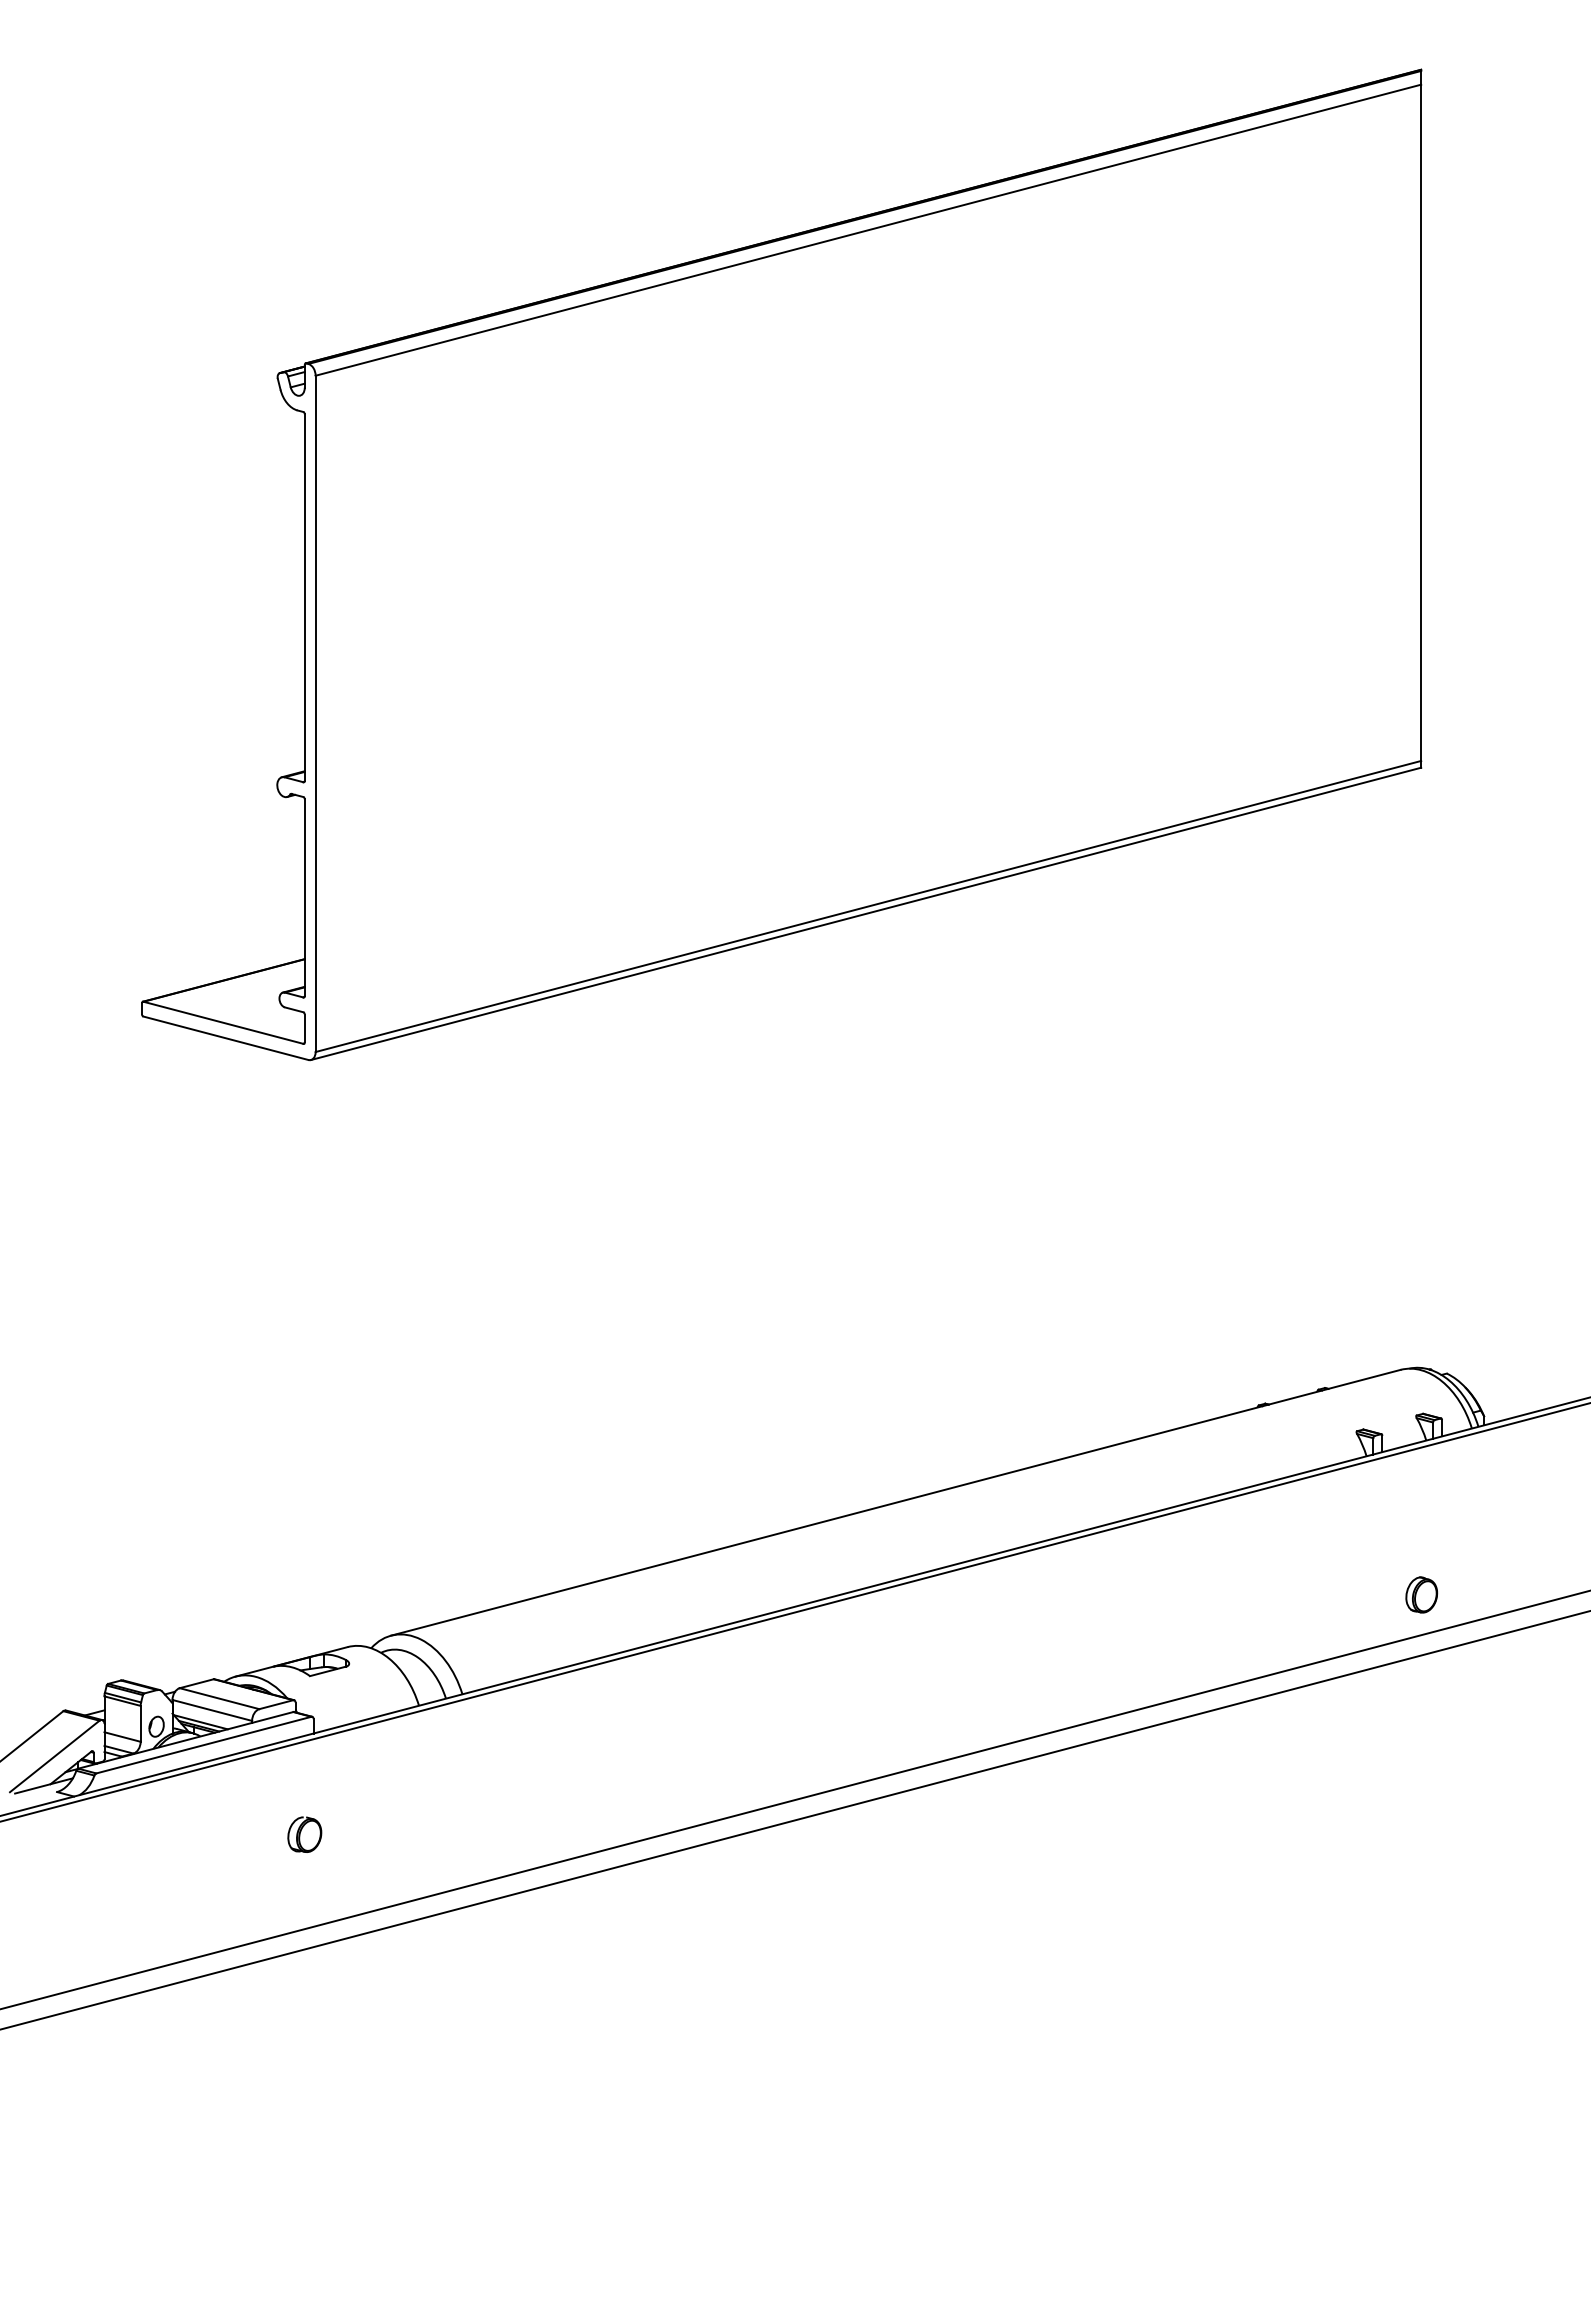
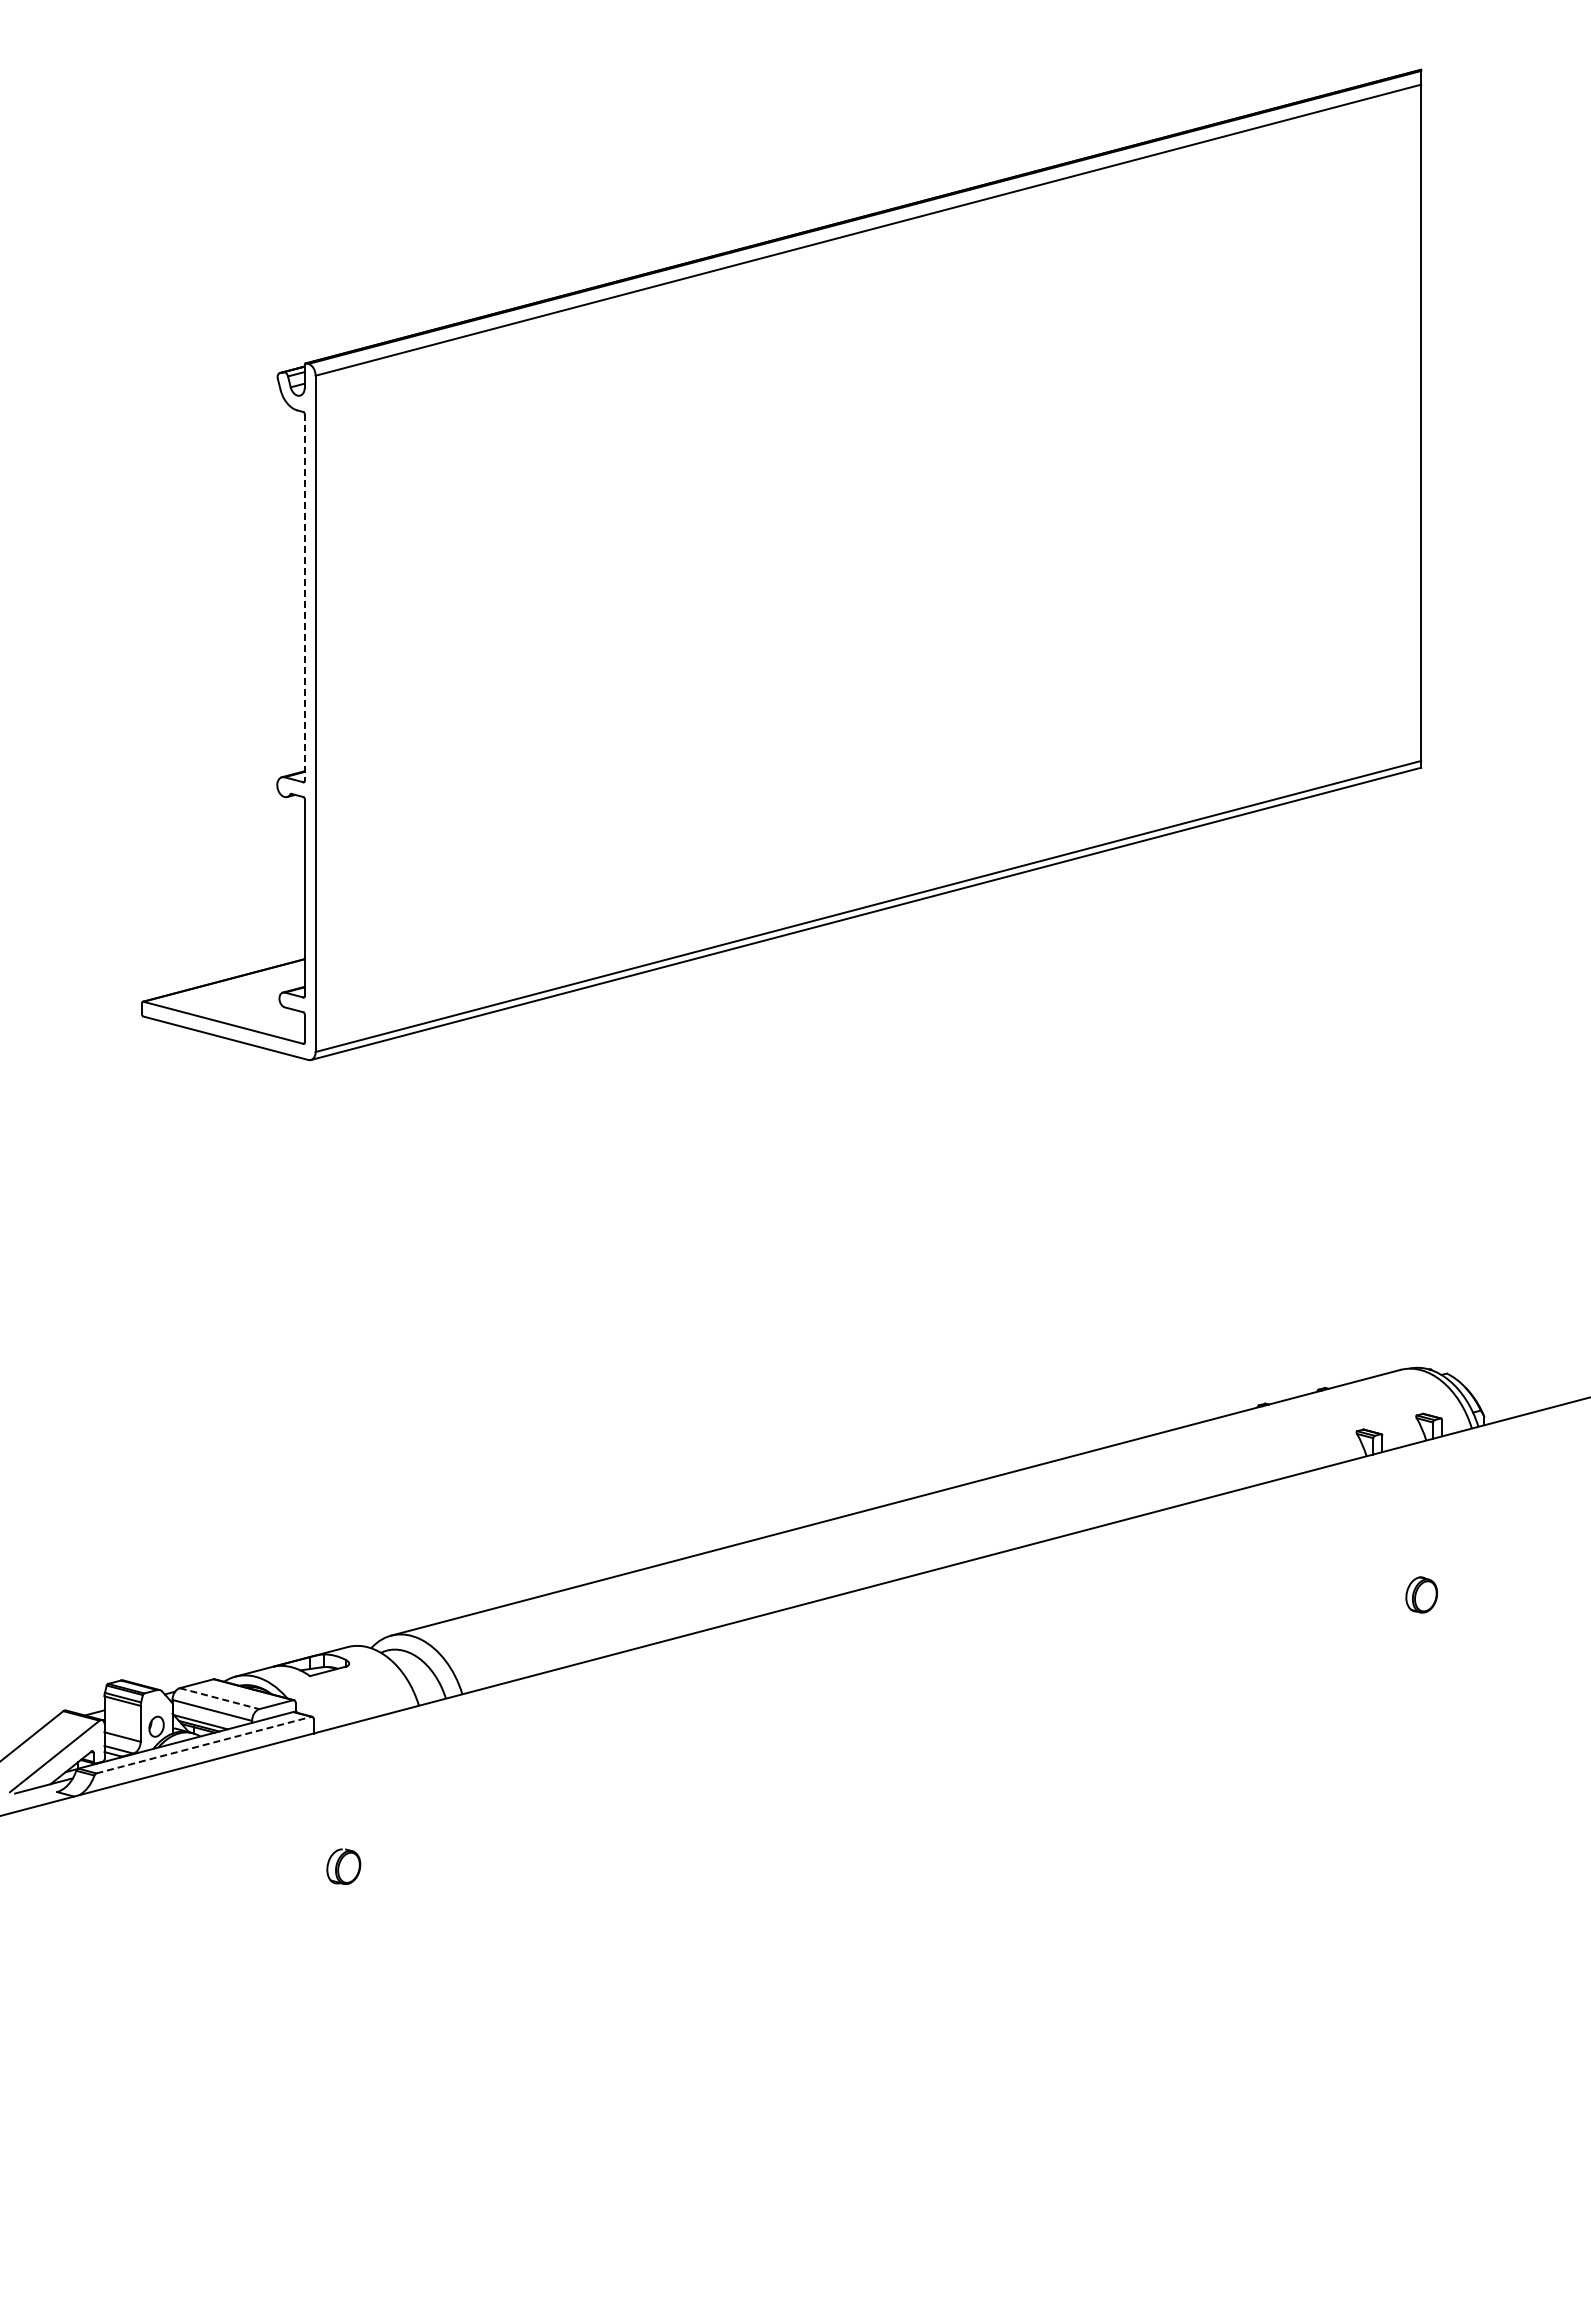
line at (304, 597): solid -> dashed
line at (794, 1612): present -> none
line at (220, 1698): solid -> dashed
line at (204, 1745): solid -> dashed
line at (794, 1799): present -> none
line at (794, 1819): present -> none
part at (304, 1834) position: (304, 1834) -> (343, 1866)
